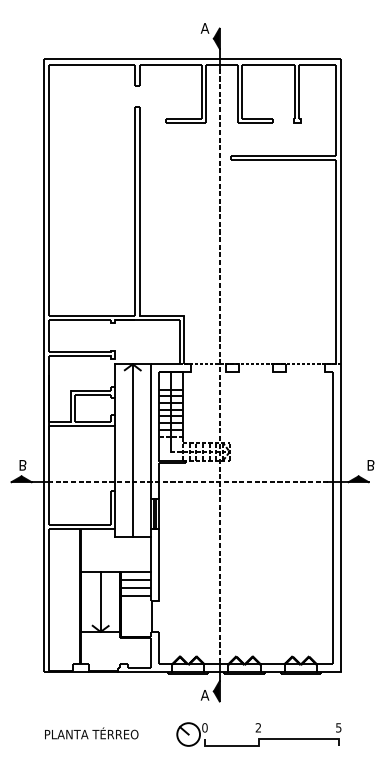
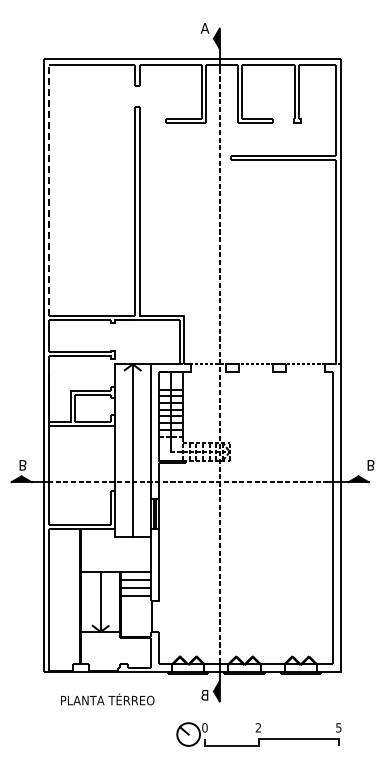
line at (49, 190): solid -> dashed
text at (204, 695): A -> B
text at (91, 733) position: (91, 733) -> (107, 699)
